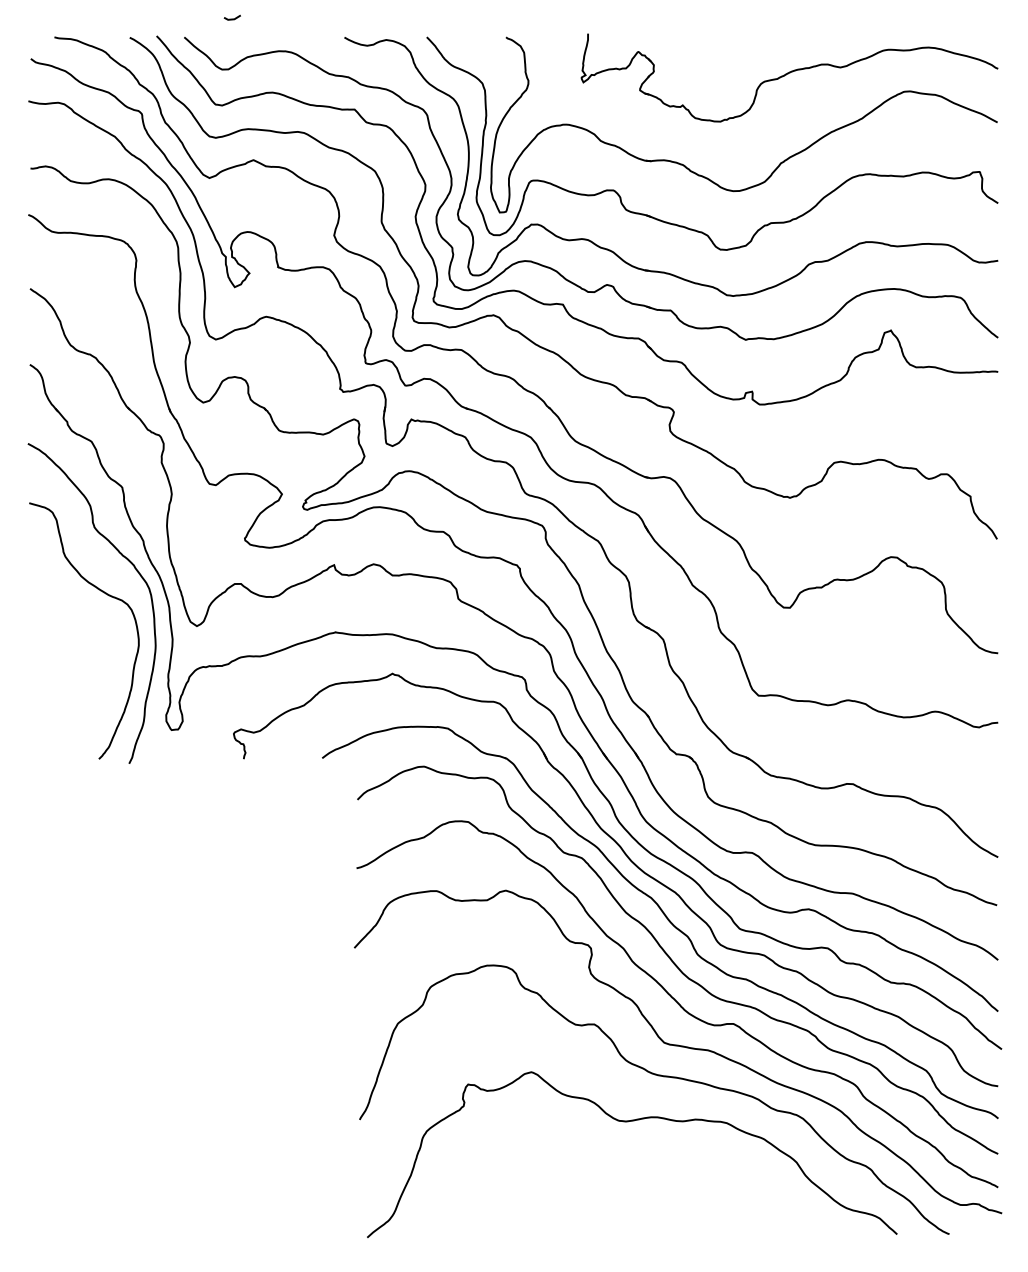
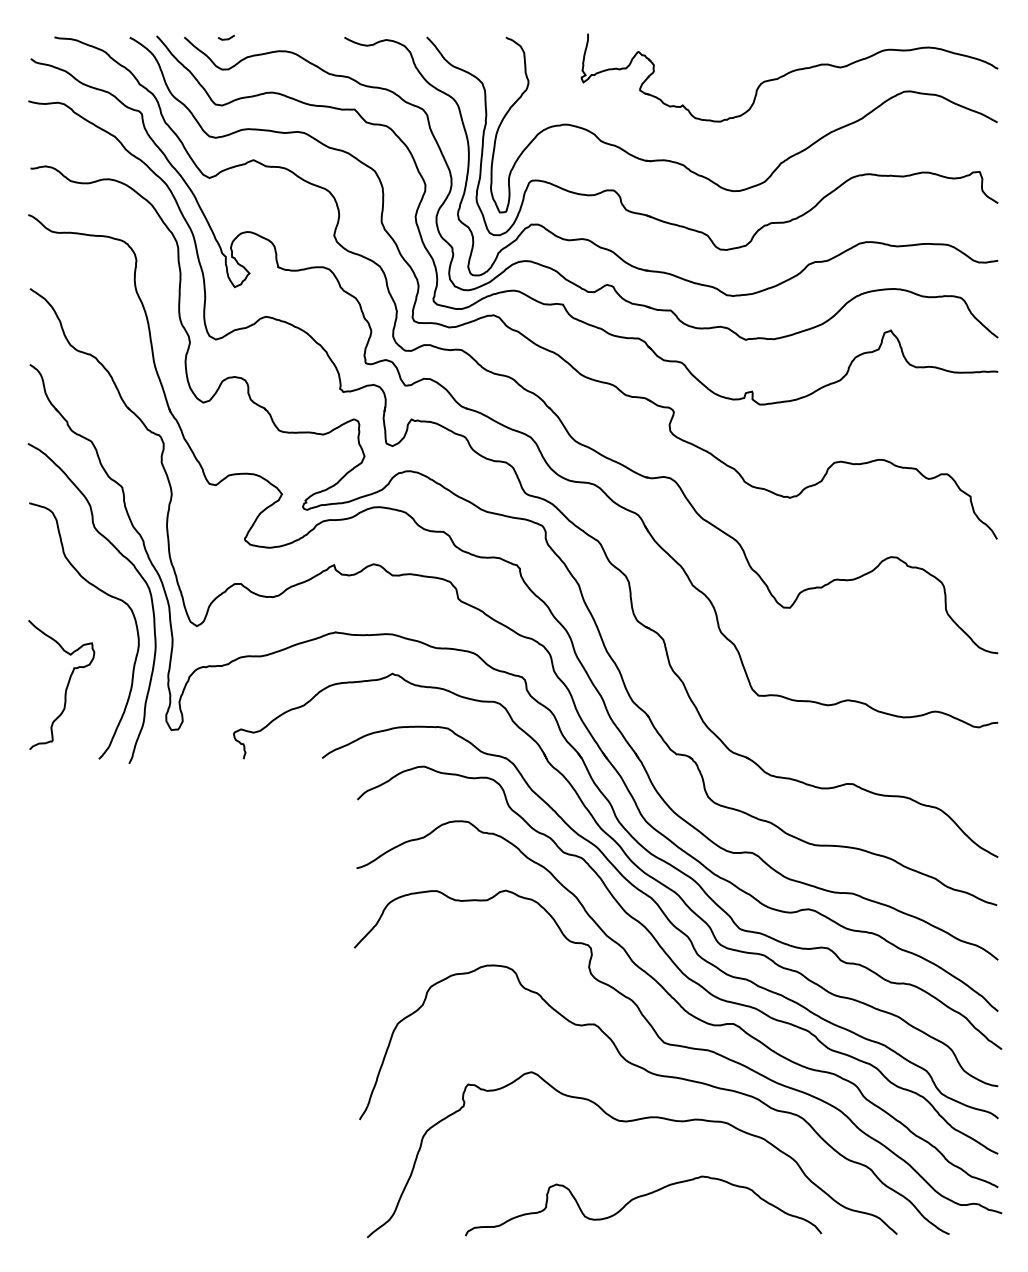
line at (231, 18) position: (231, 18) -> (225, 38)
curve at (66, 685): none -> present
curve at (640, 1197): none -> present
